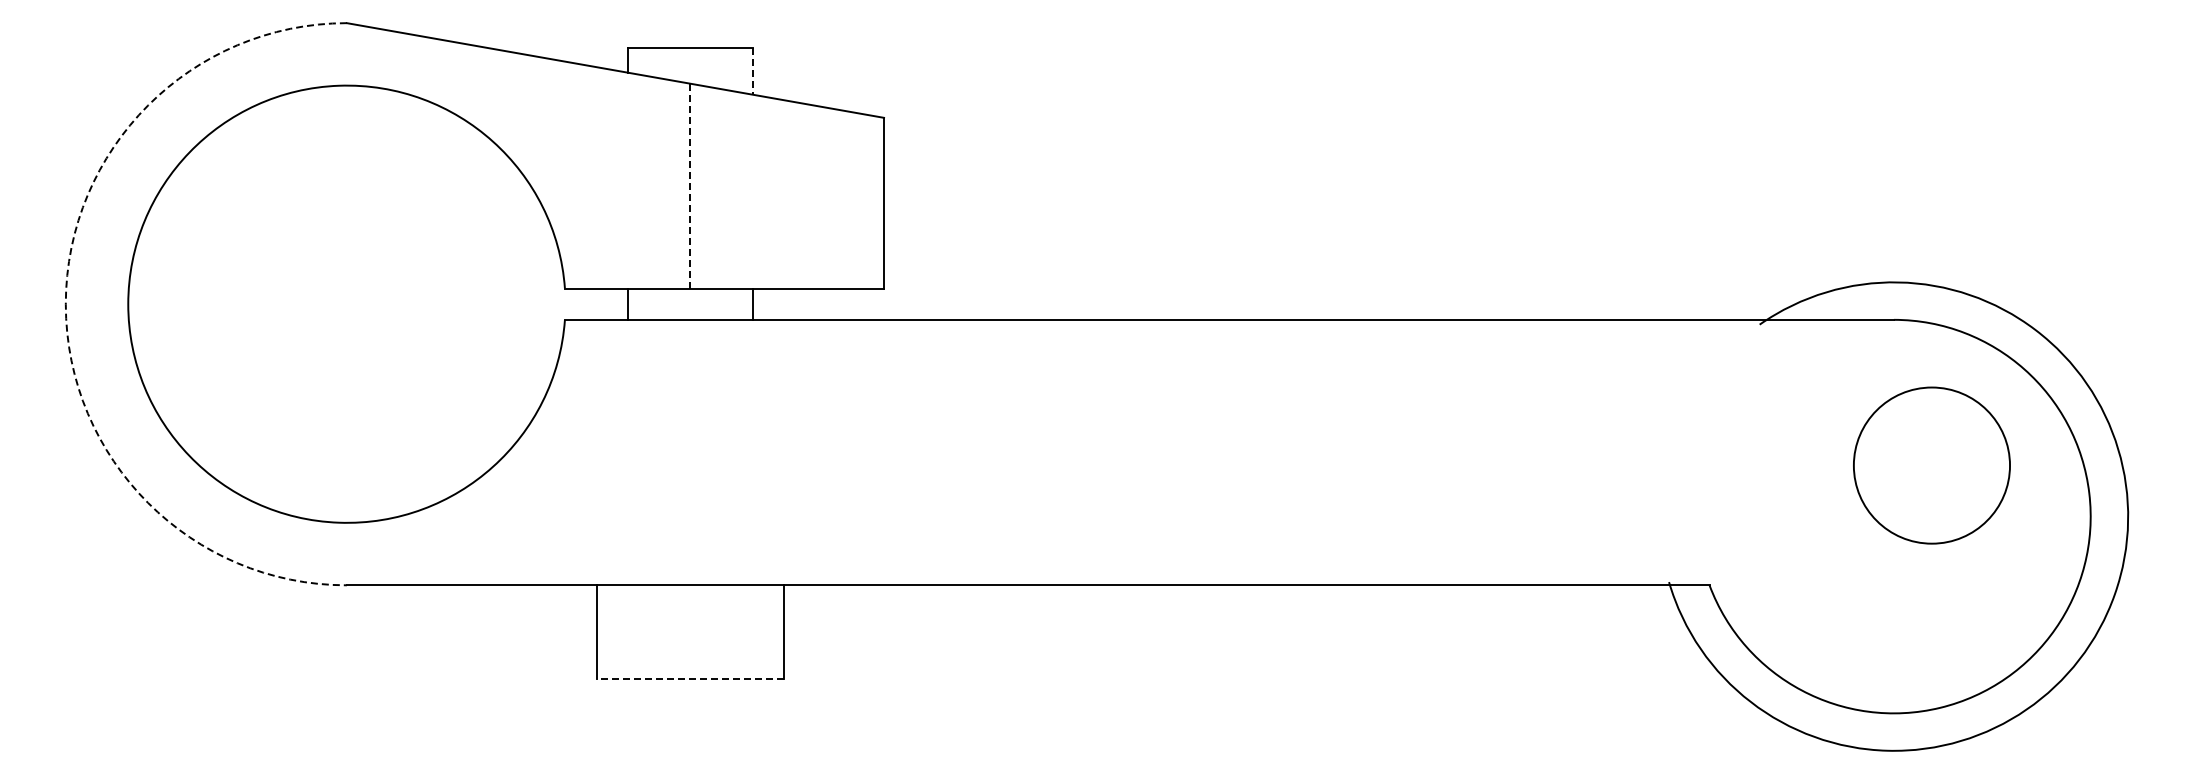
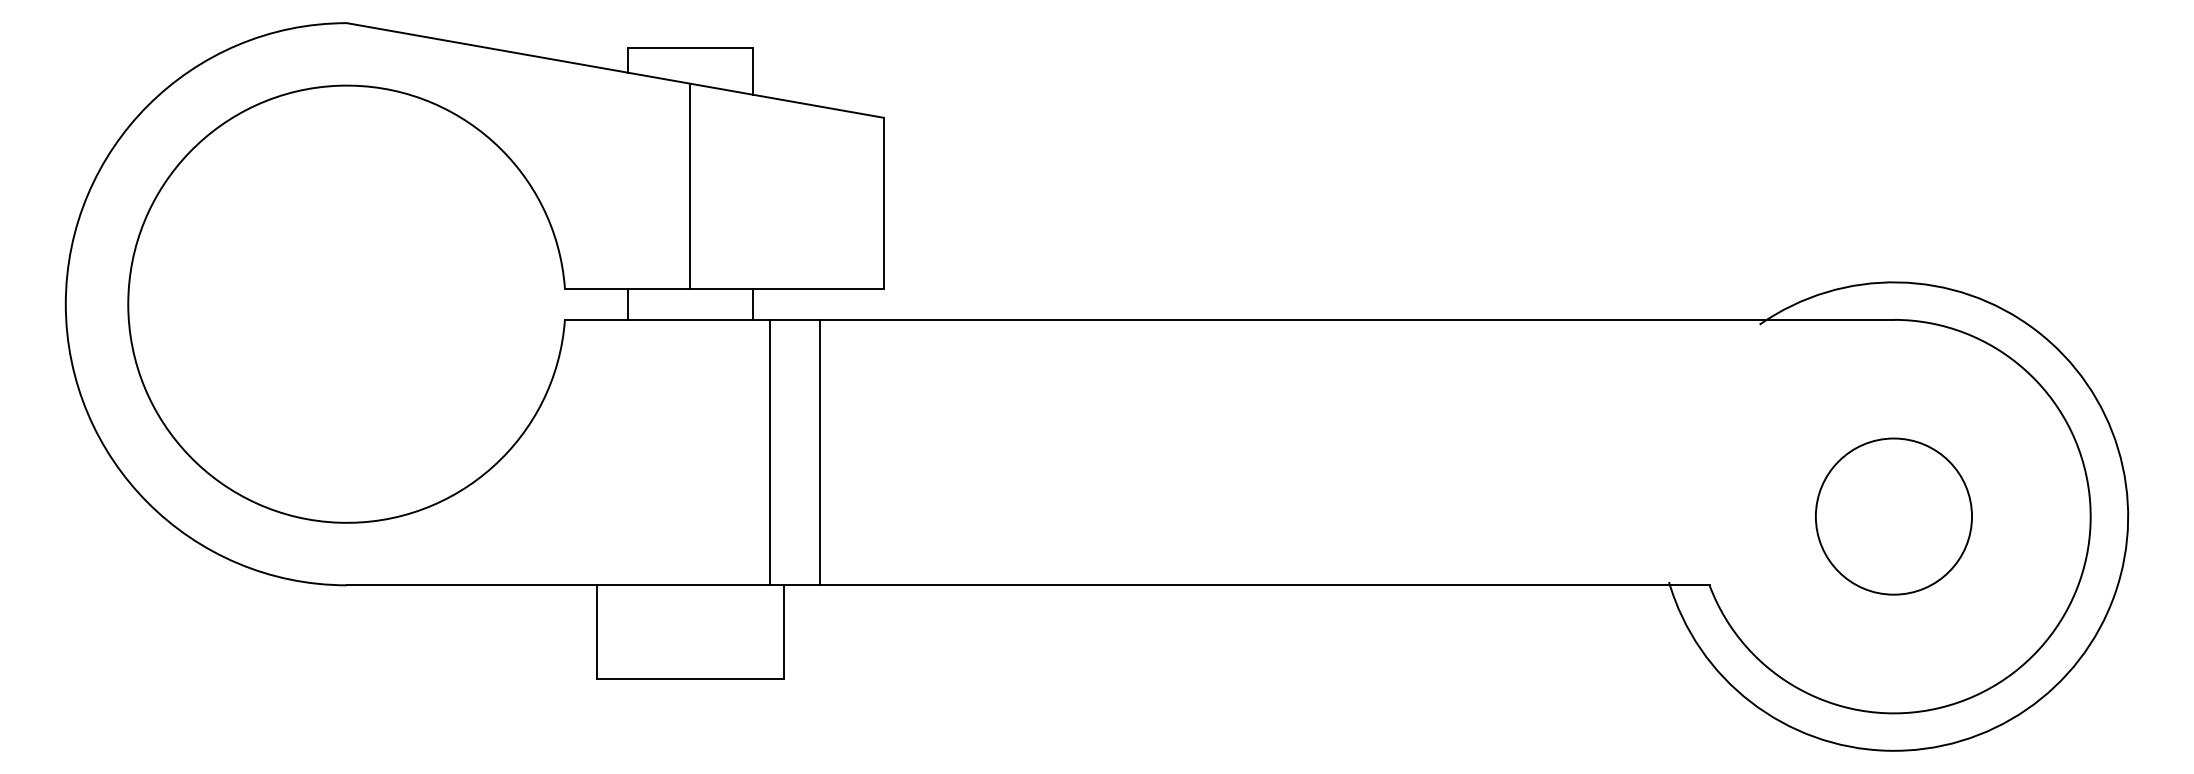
line at (752, 71): dashed -> solid
line at (690, 186): dashed -> solid
arc at (65, 304): dashed -> solid
line at (769, 452): none -> present
line at (819, 452): none -> present
circle at (1931, 465) position: (1931, 465) -> (1893, 516)
line at (690, 679): dashed -> solid
